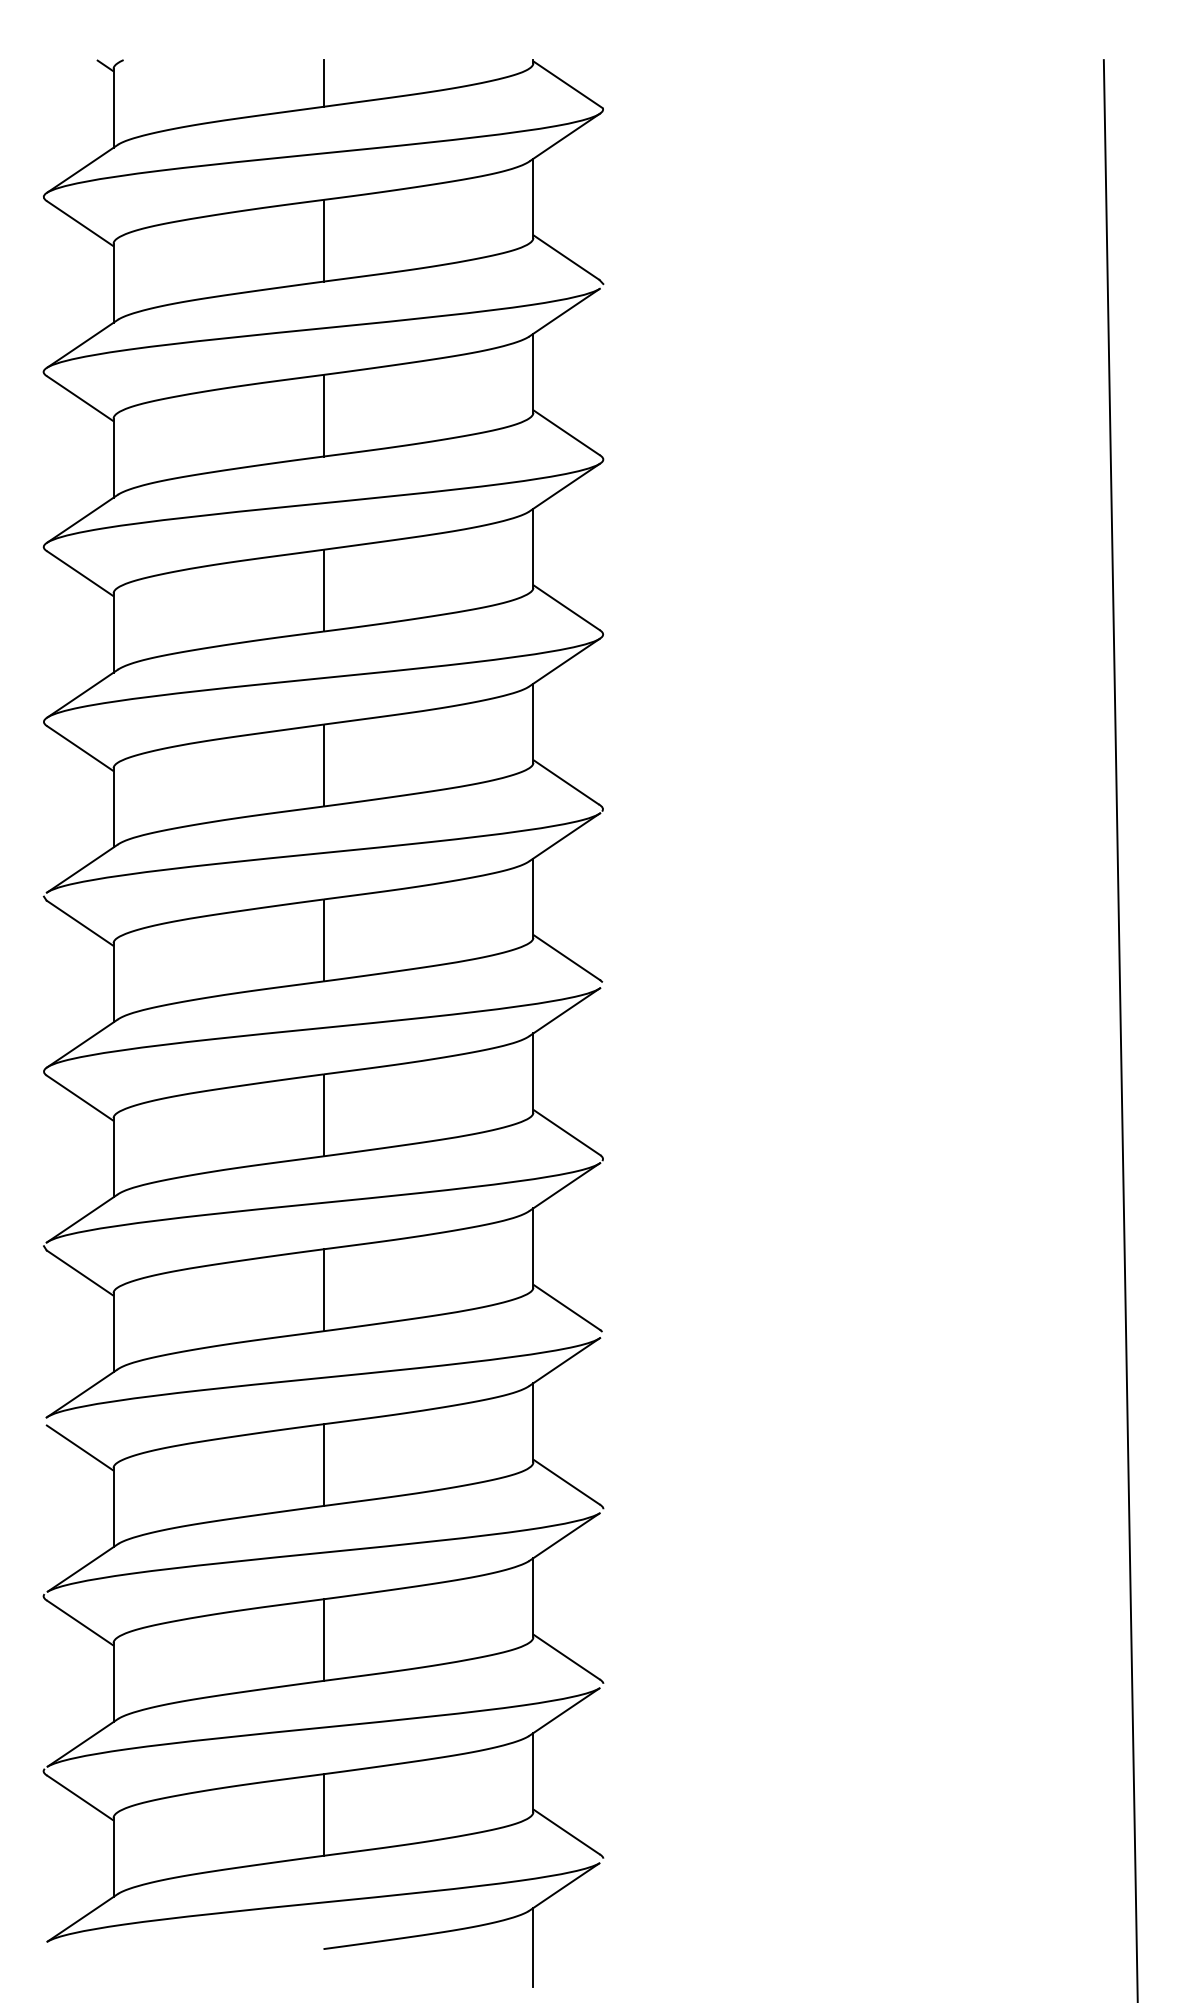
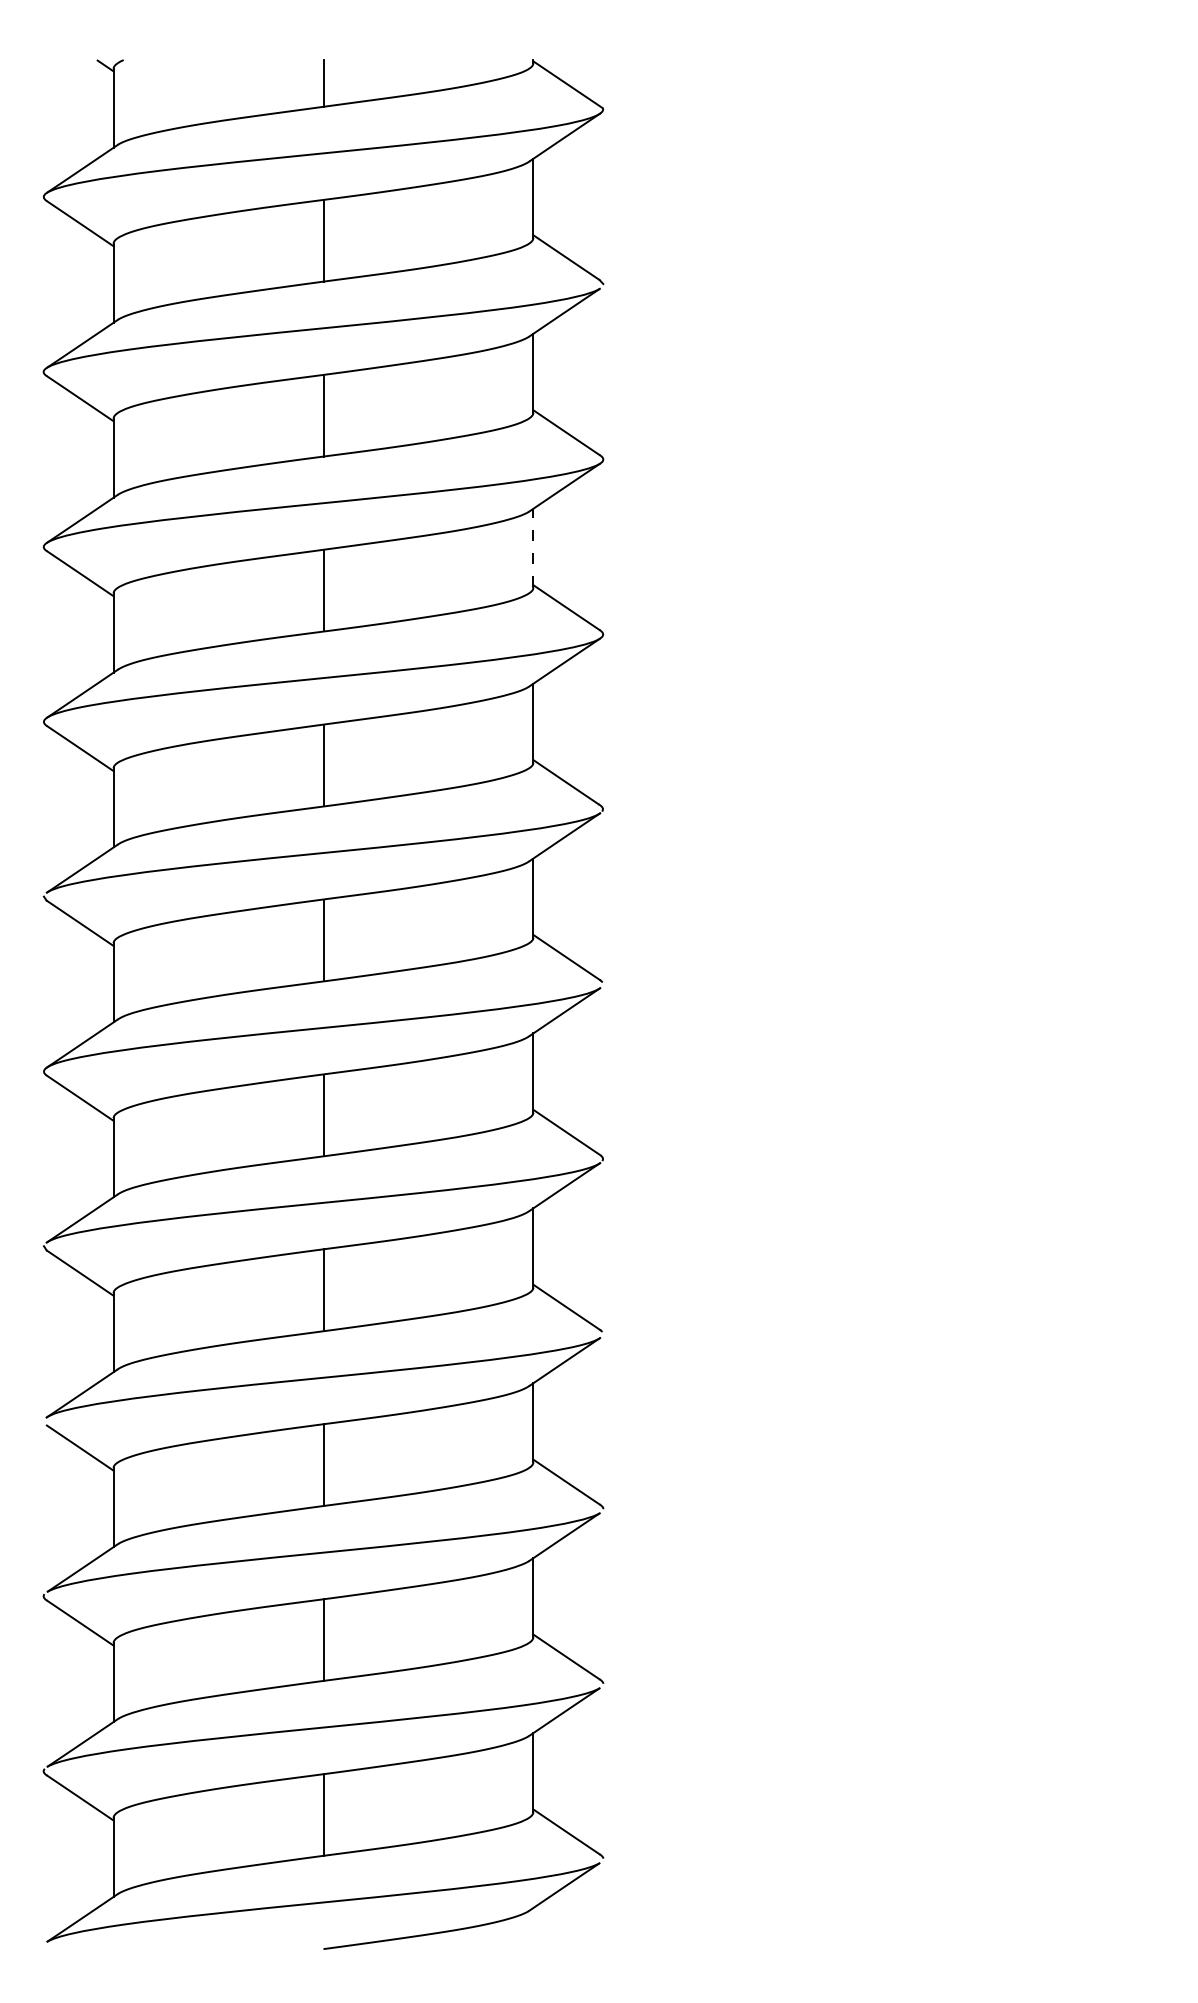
line at (533, 548): solid -> dashed
line at (1120, 1029): present -> none
line at (533, 1947): present -> none
